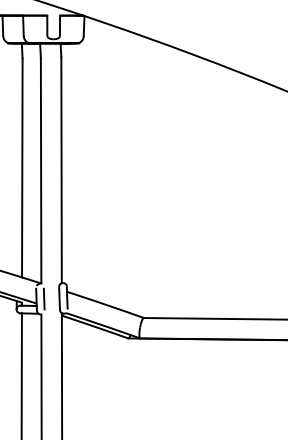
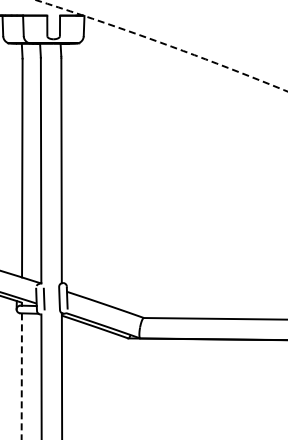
arc at (163, 43): solid -> dashed
line at (21, 376): solid -> dashed
